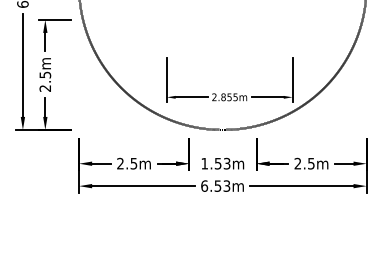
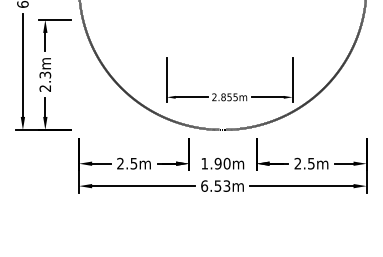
text at (44, 74): 2.5m -> 2.3m
text at (222, 163): 1.53m -> 1.90m
